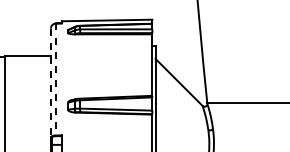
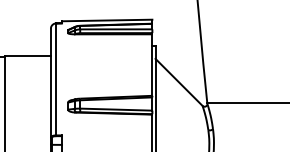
line at (56, 79): dashed -> solid
line at (50, 83): dashed -> solid
